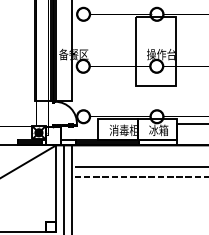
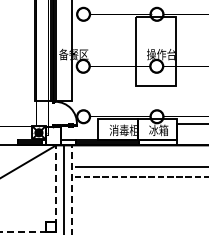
line at (71, 189): solid -> dashed
line at (56, 216): solid -> dashed
